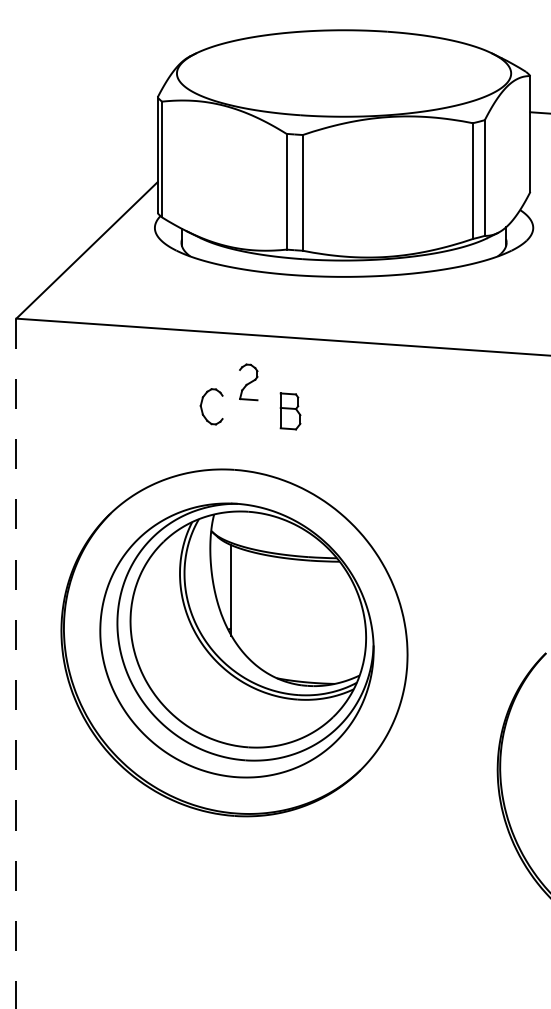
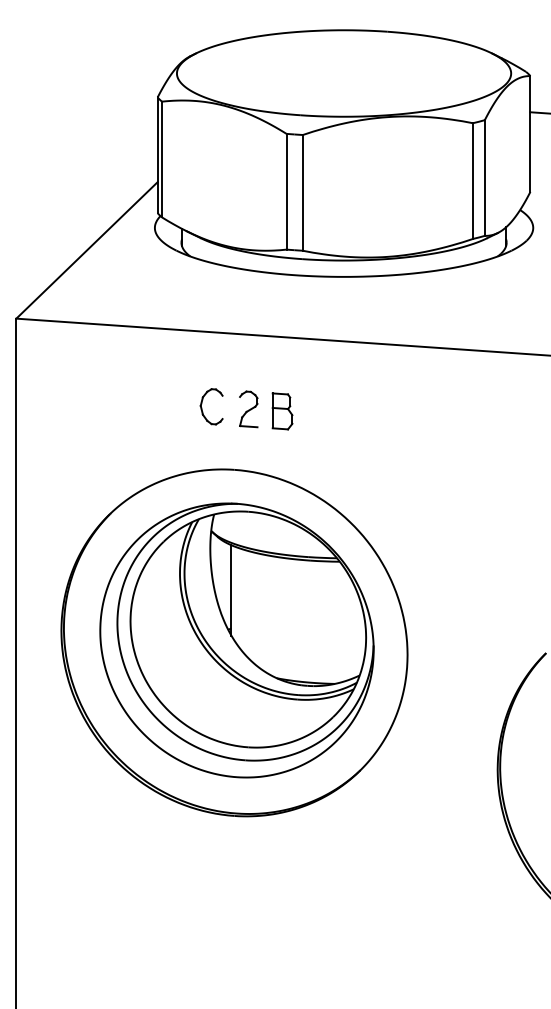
part at (248, 382) position: (248, 382) -> (248, 409)
part at (290, 411) position: (290, 411) -> (282, 411)
line at (16, 663): dashed -> solid
